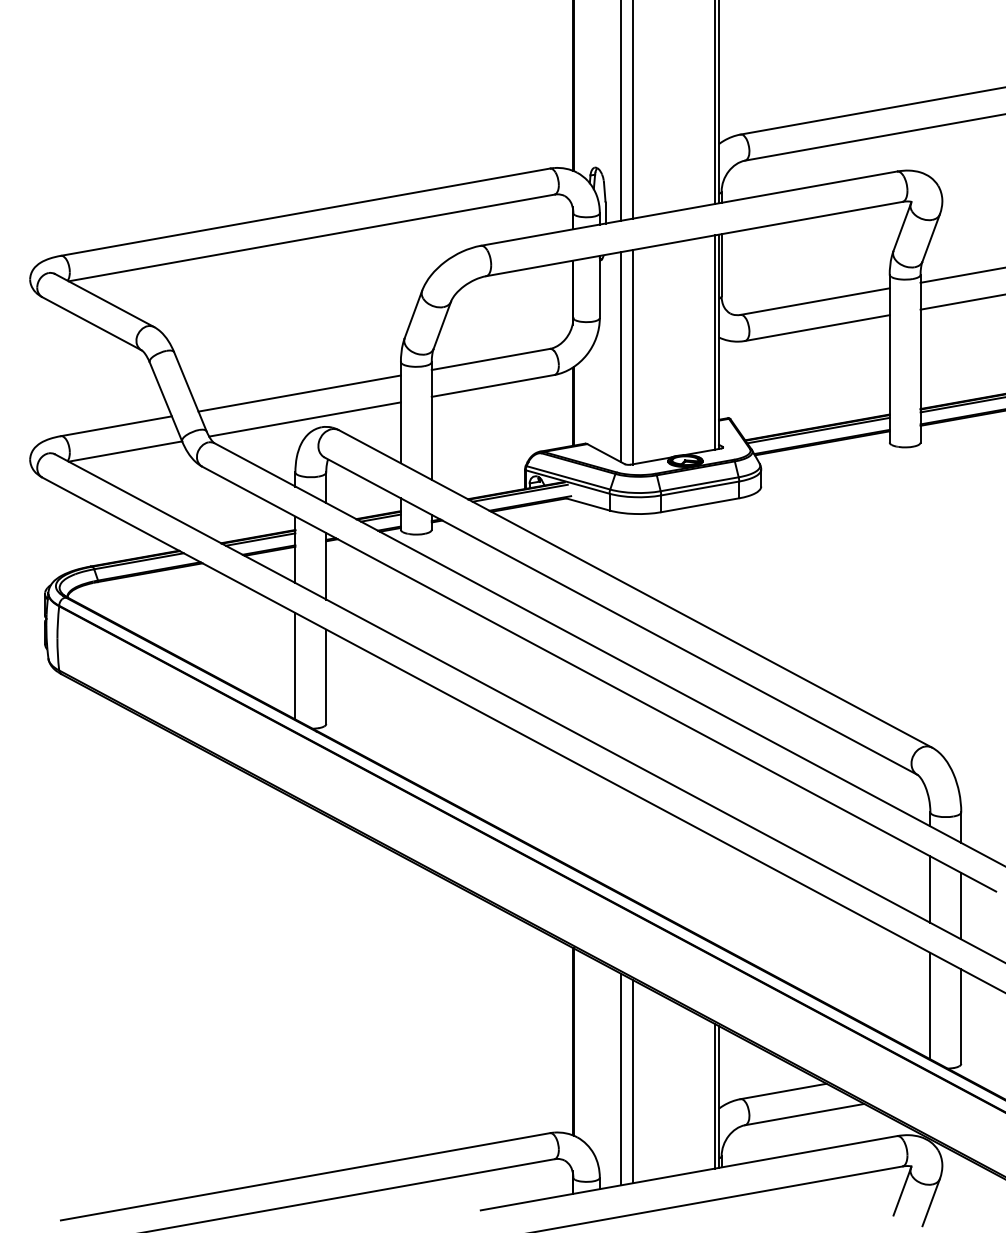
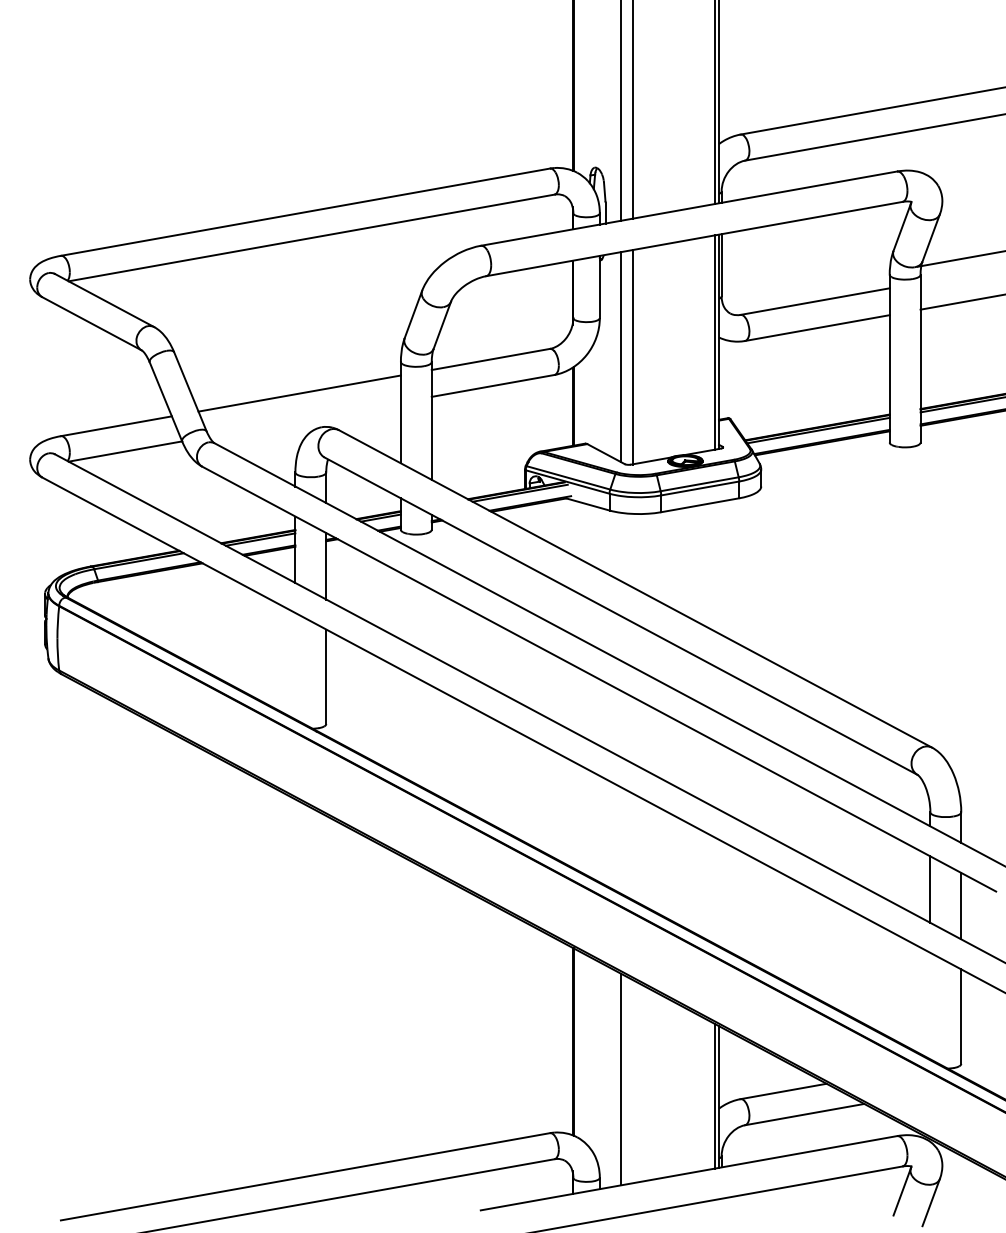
line at (961, 275) position: (961, 275) -> (959, 258)
line at (304, 419): present -> none
line at (295, 666): present -> none
line at (930, 1005): present -> none
line at (632, 1081): present -> none
